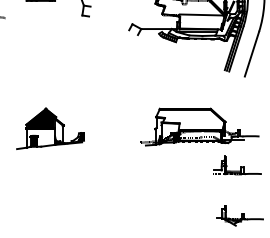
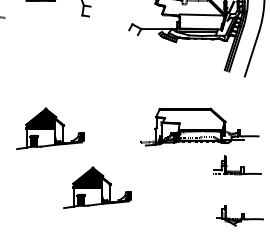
part at (97, 187): none -> present
